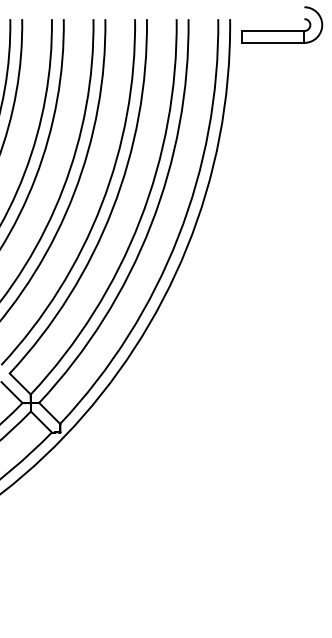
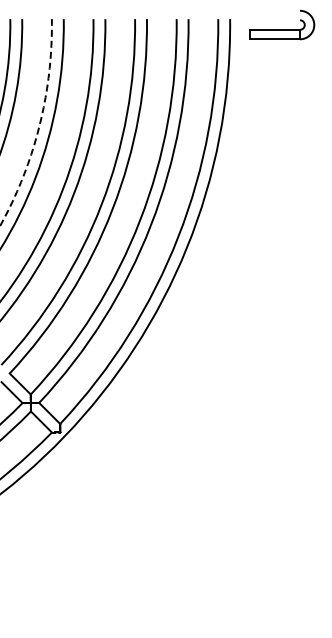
part at (282, 24) size: 83x38 px -> 67x32 px
arc at (39, 126): solid -> dashed
